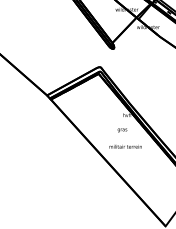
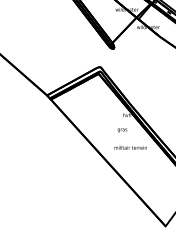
text at (125, 146) position: (125, 146) -> (130, 147)
